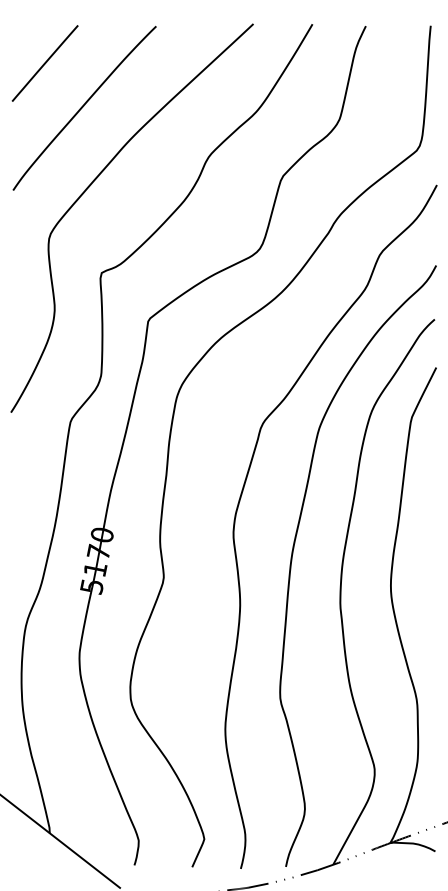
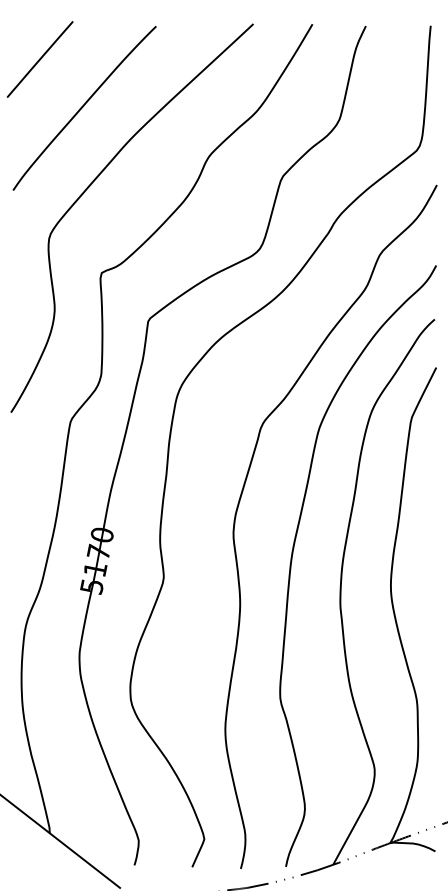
line at (44, 63) position: (44, 63) -> (39, 59)
